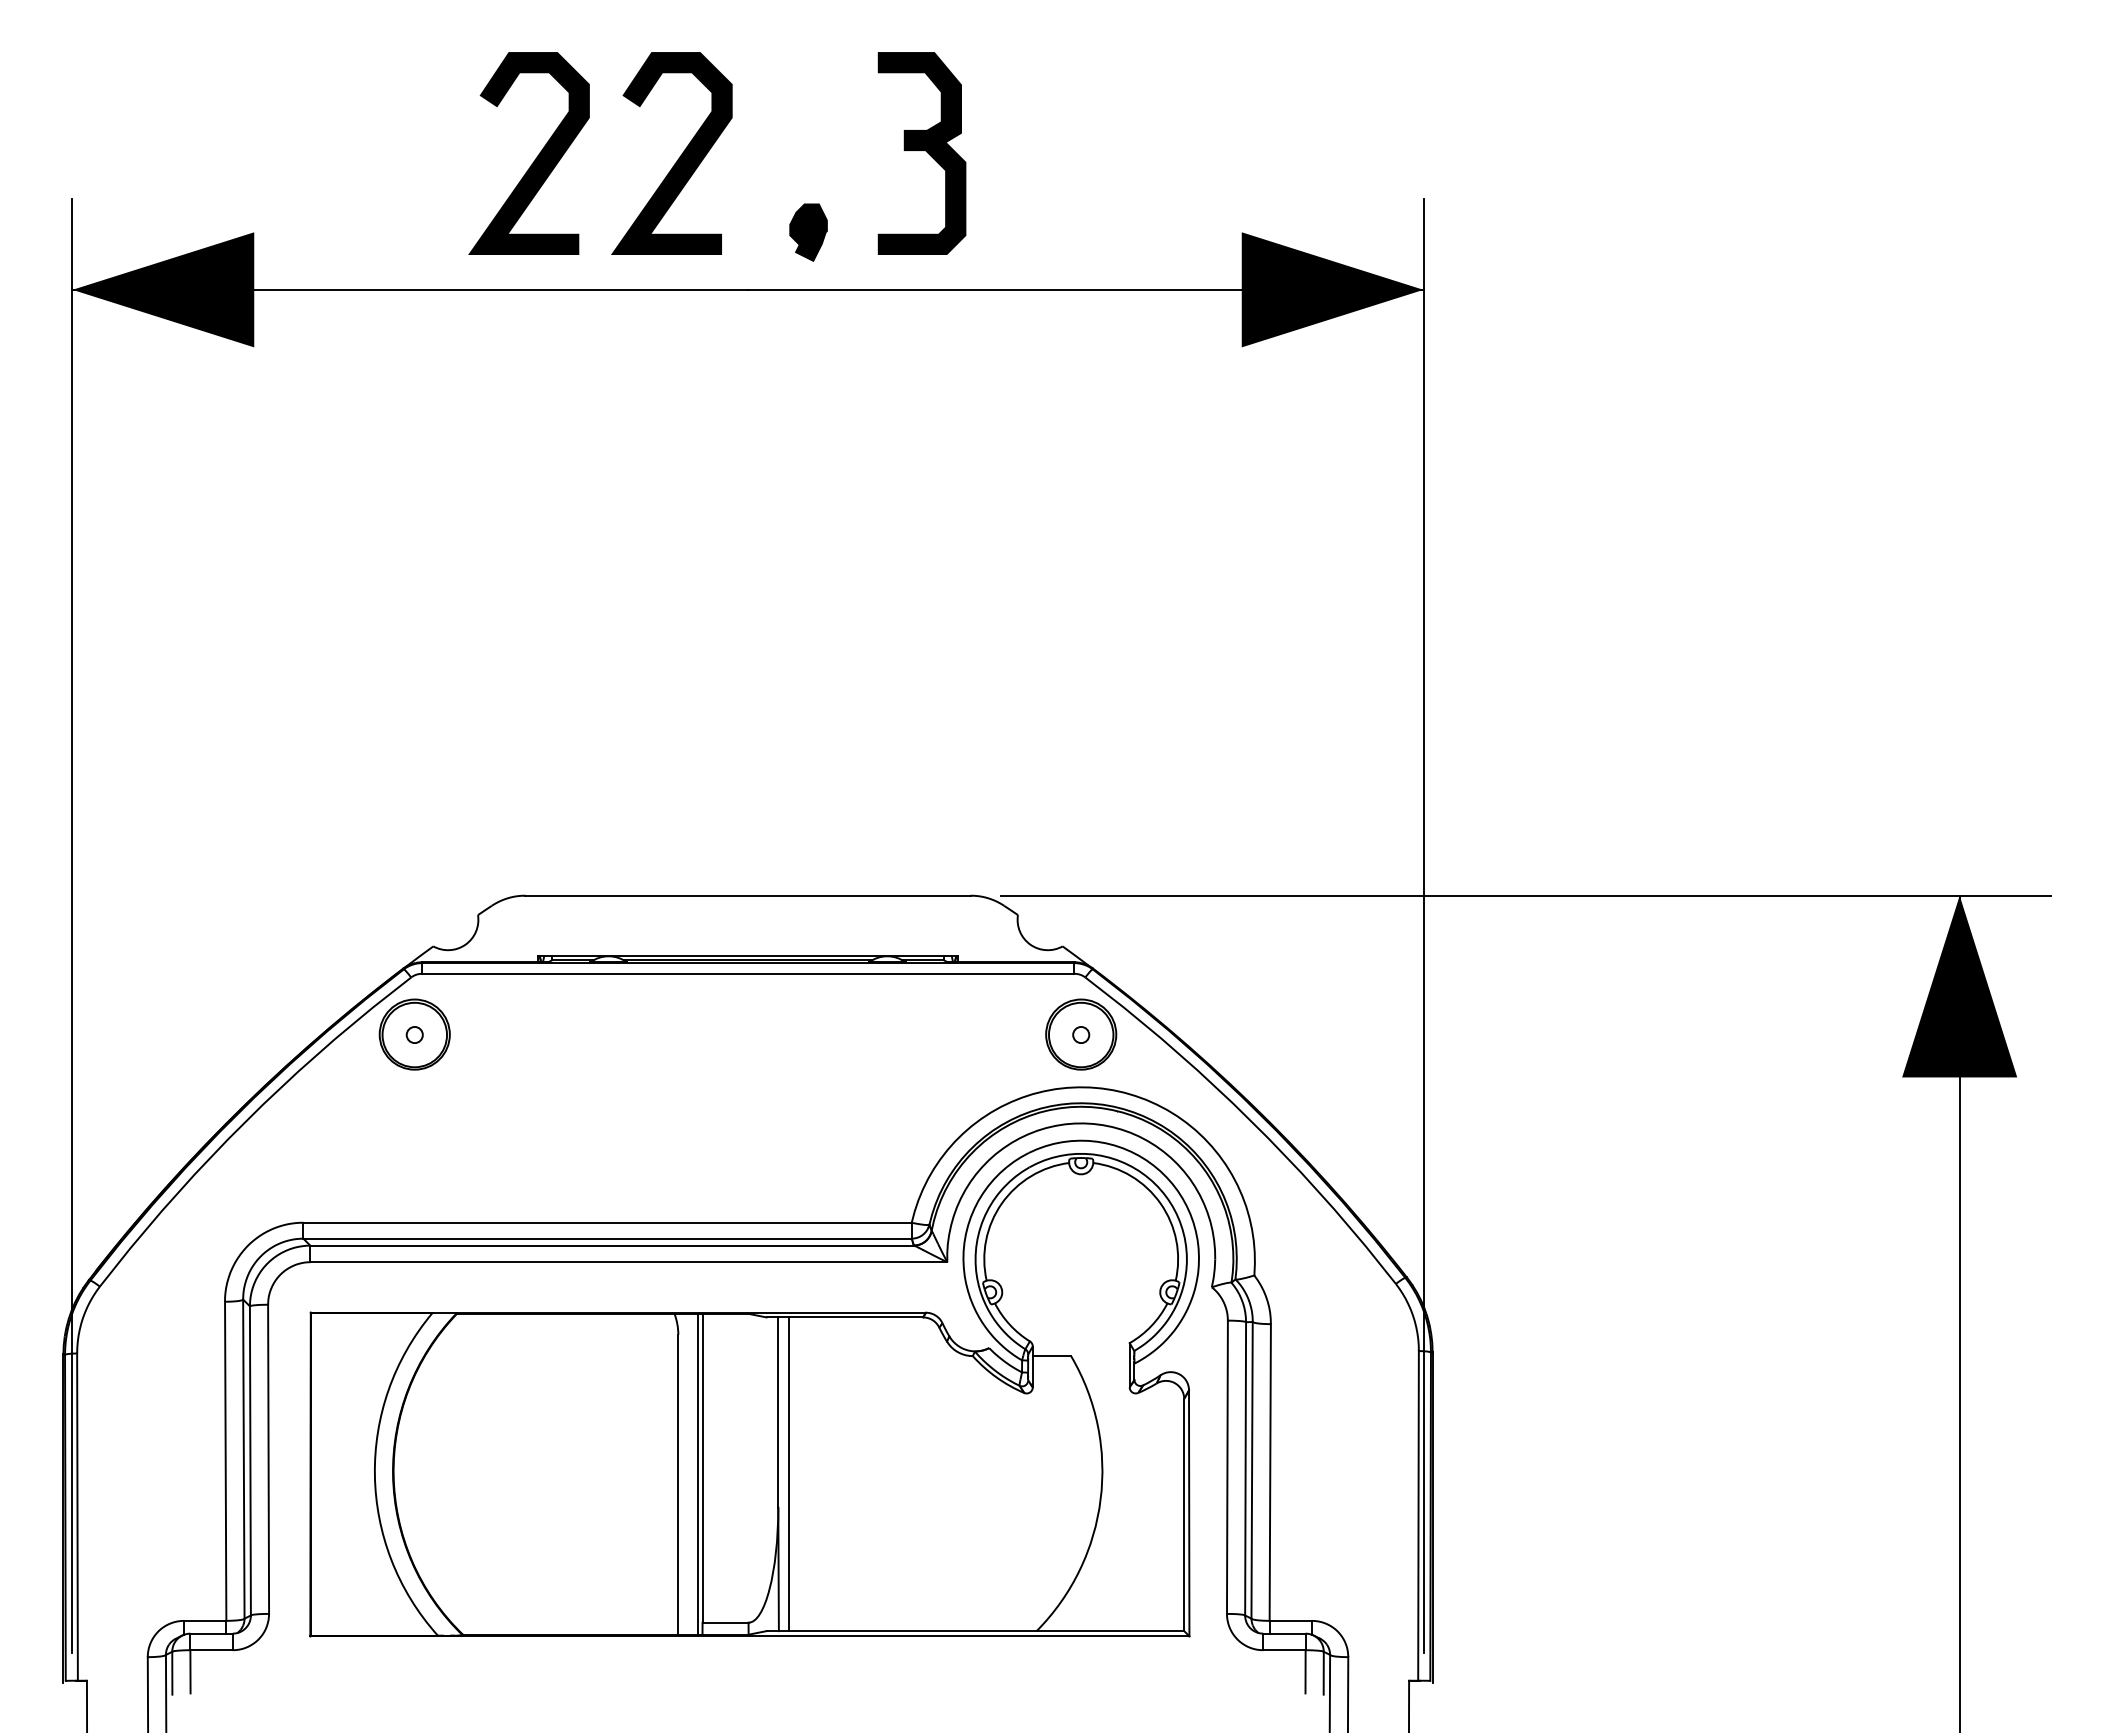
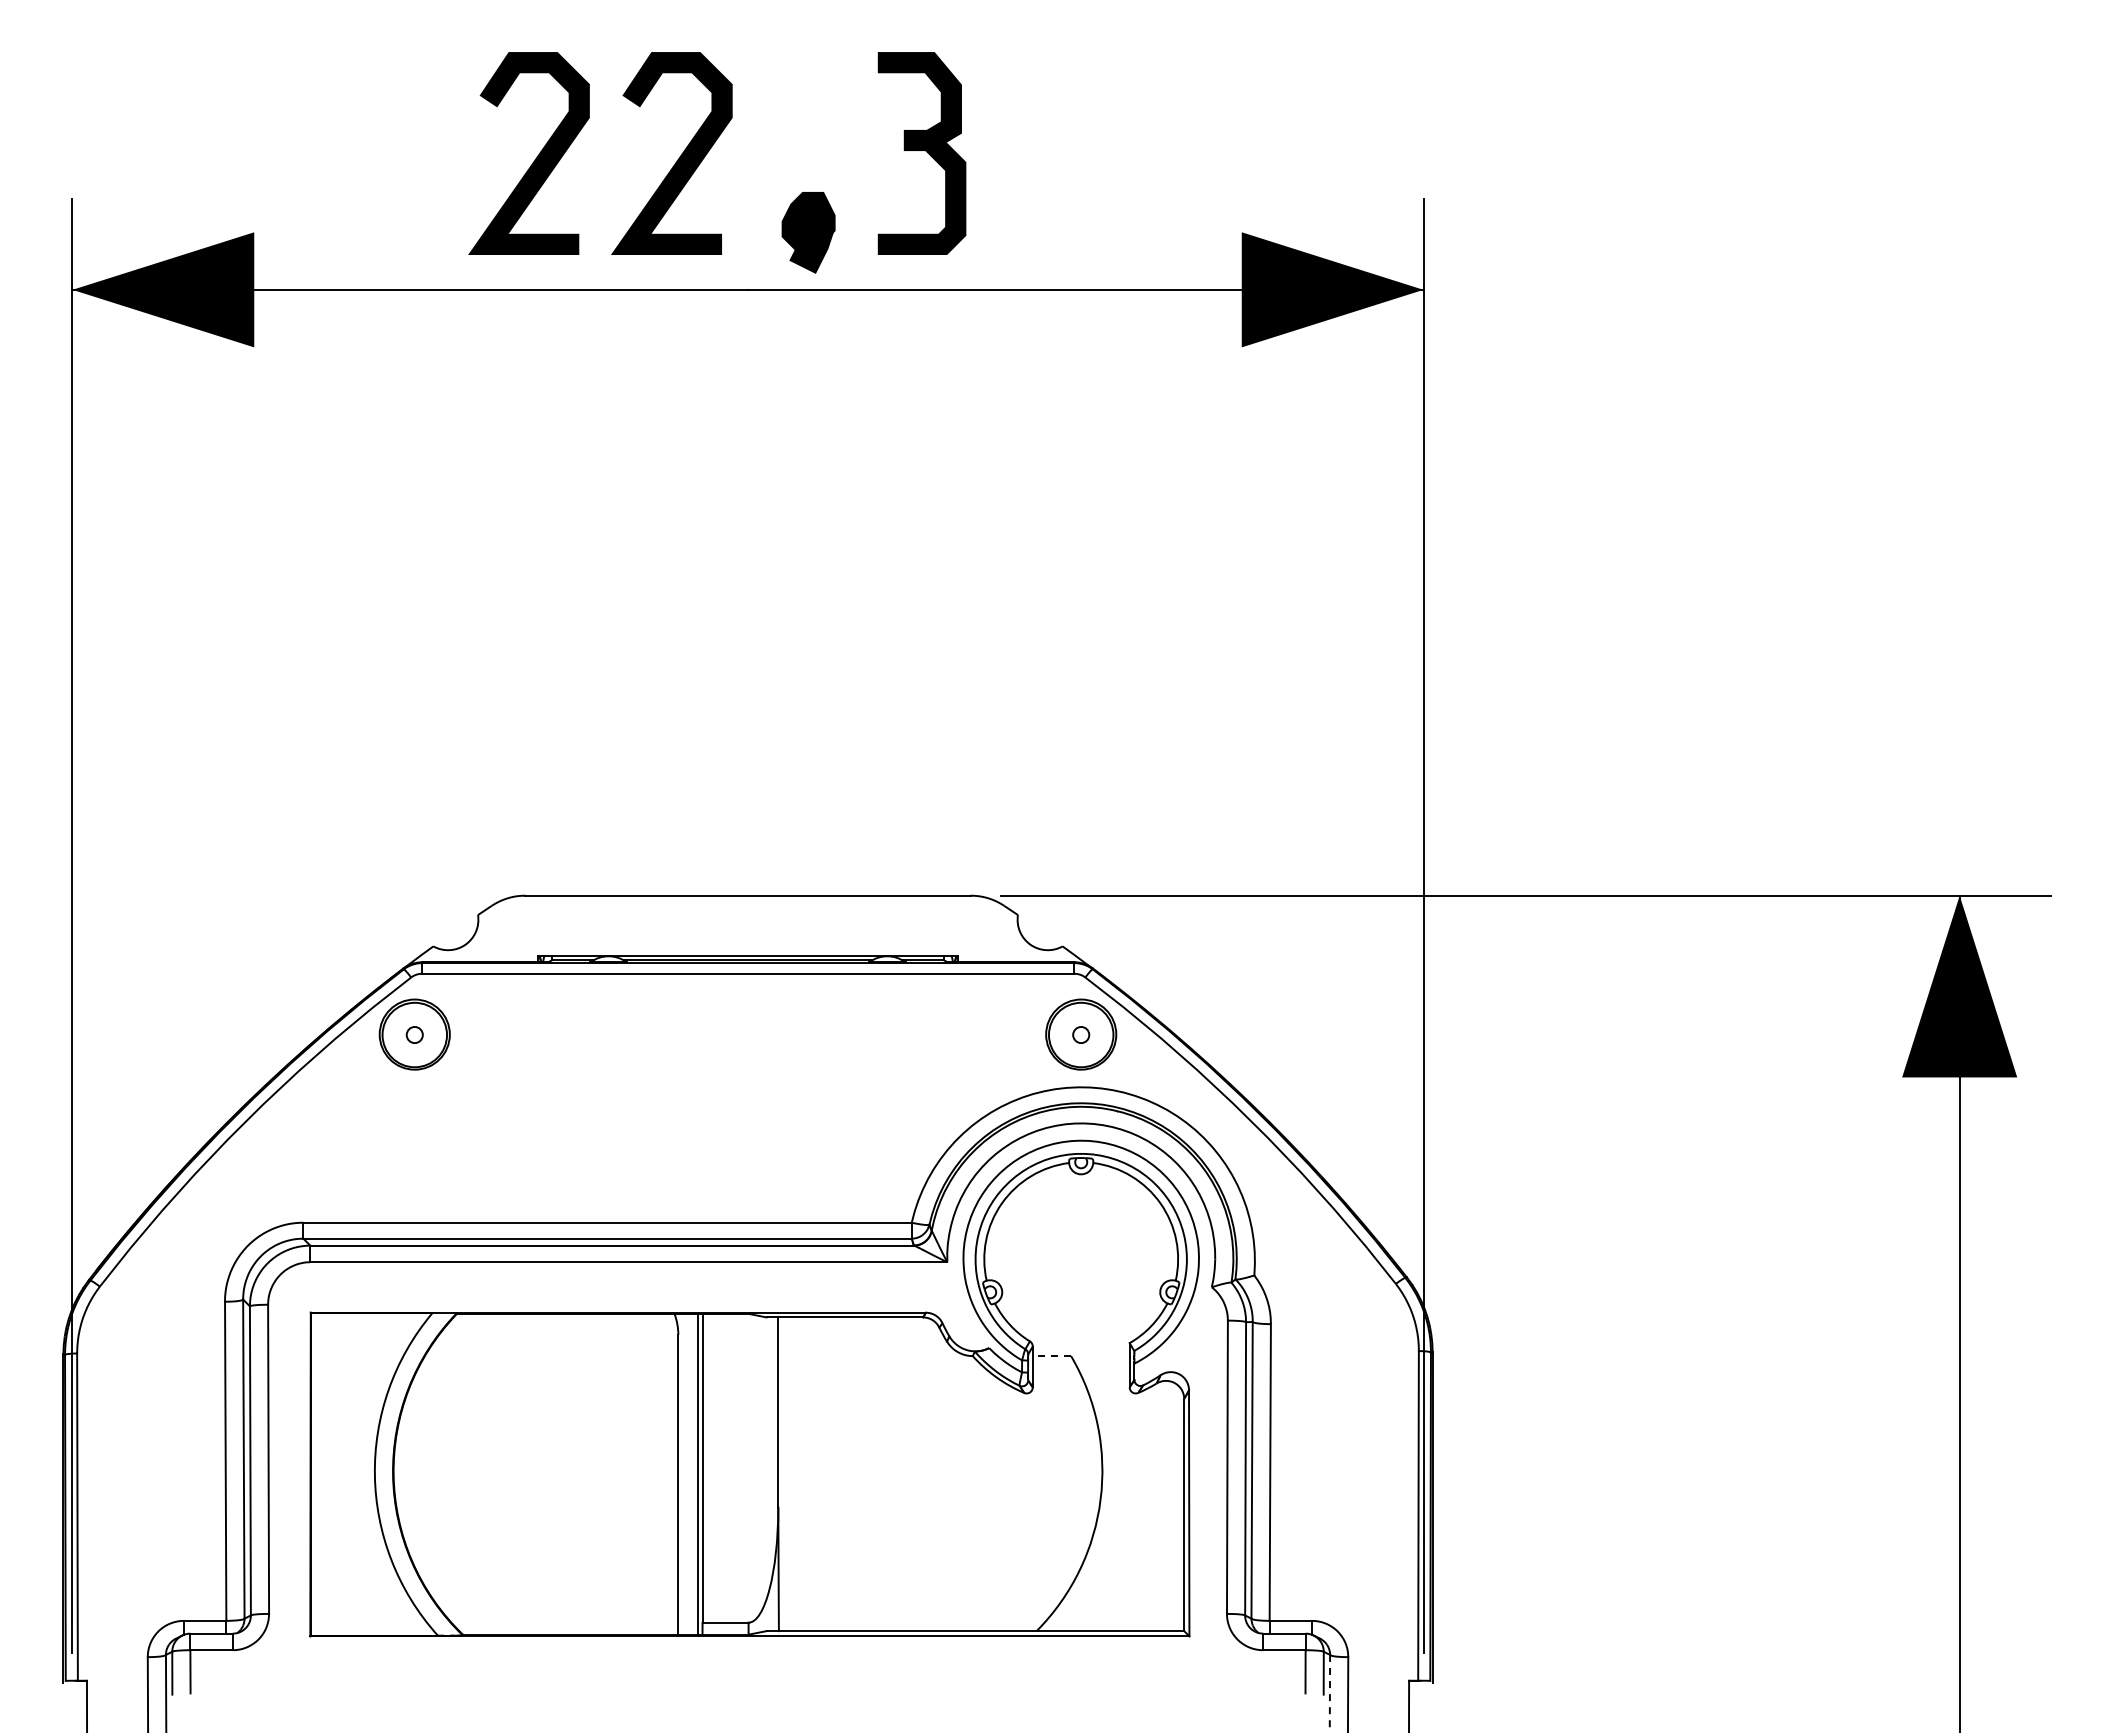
part at (808, 232) size: 39x59 px -> 55x82 px
line at (1051, 1356): solid -> dashed
line at (789, 1474): present -> none
line at (1329, 1693): solid -> dashed
